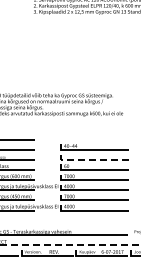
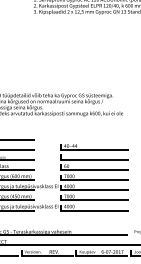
line at (91, 160): dashed -> solid
line at (70, 245): dashed -> solid
